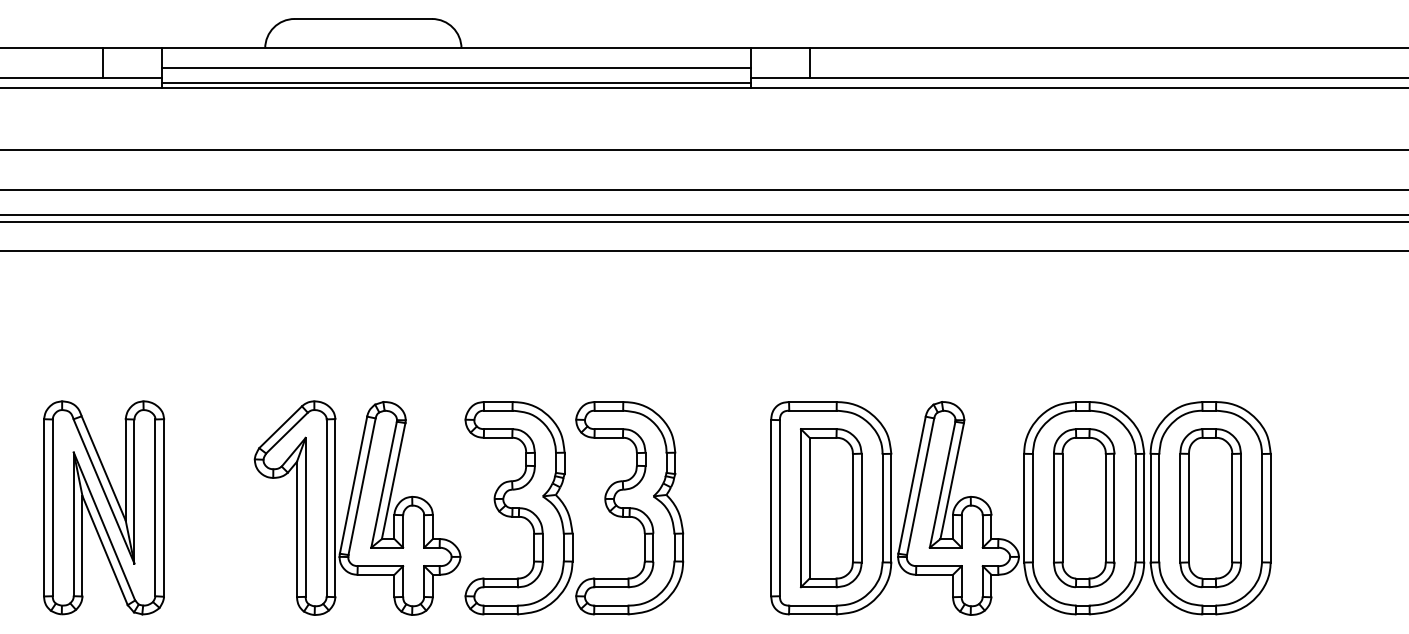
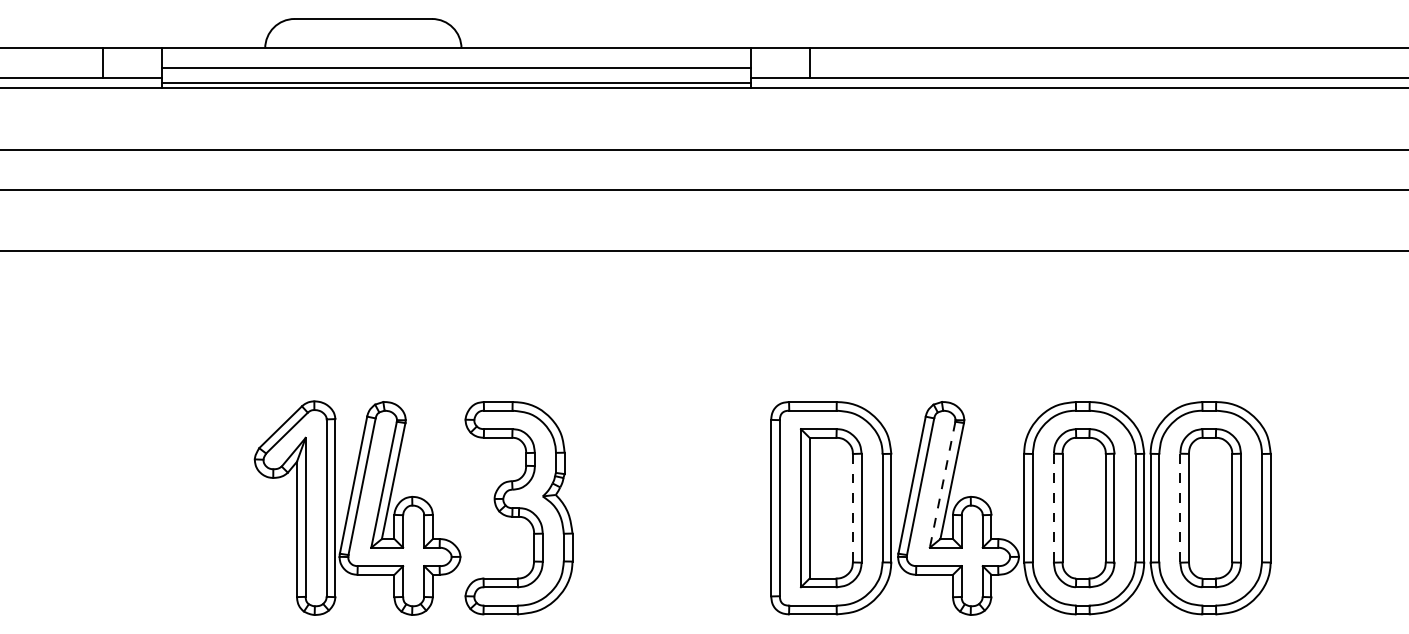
line at (703, 215): present -> none
line at (703, 221): present -> none
line at (942, 485): solid -> dashed
part at (103, 507): present -> none
part at (629, 508): present -> none
line at (852, 508): solid -> dashed
line at (1053, 508): solid -> dashed
line at (1180, 508): solid -> dashed
